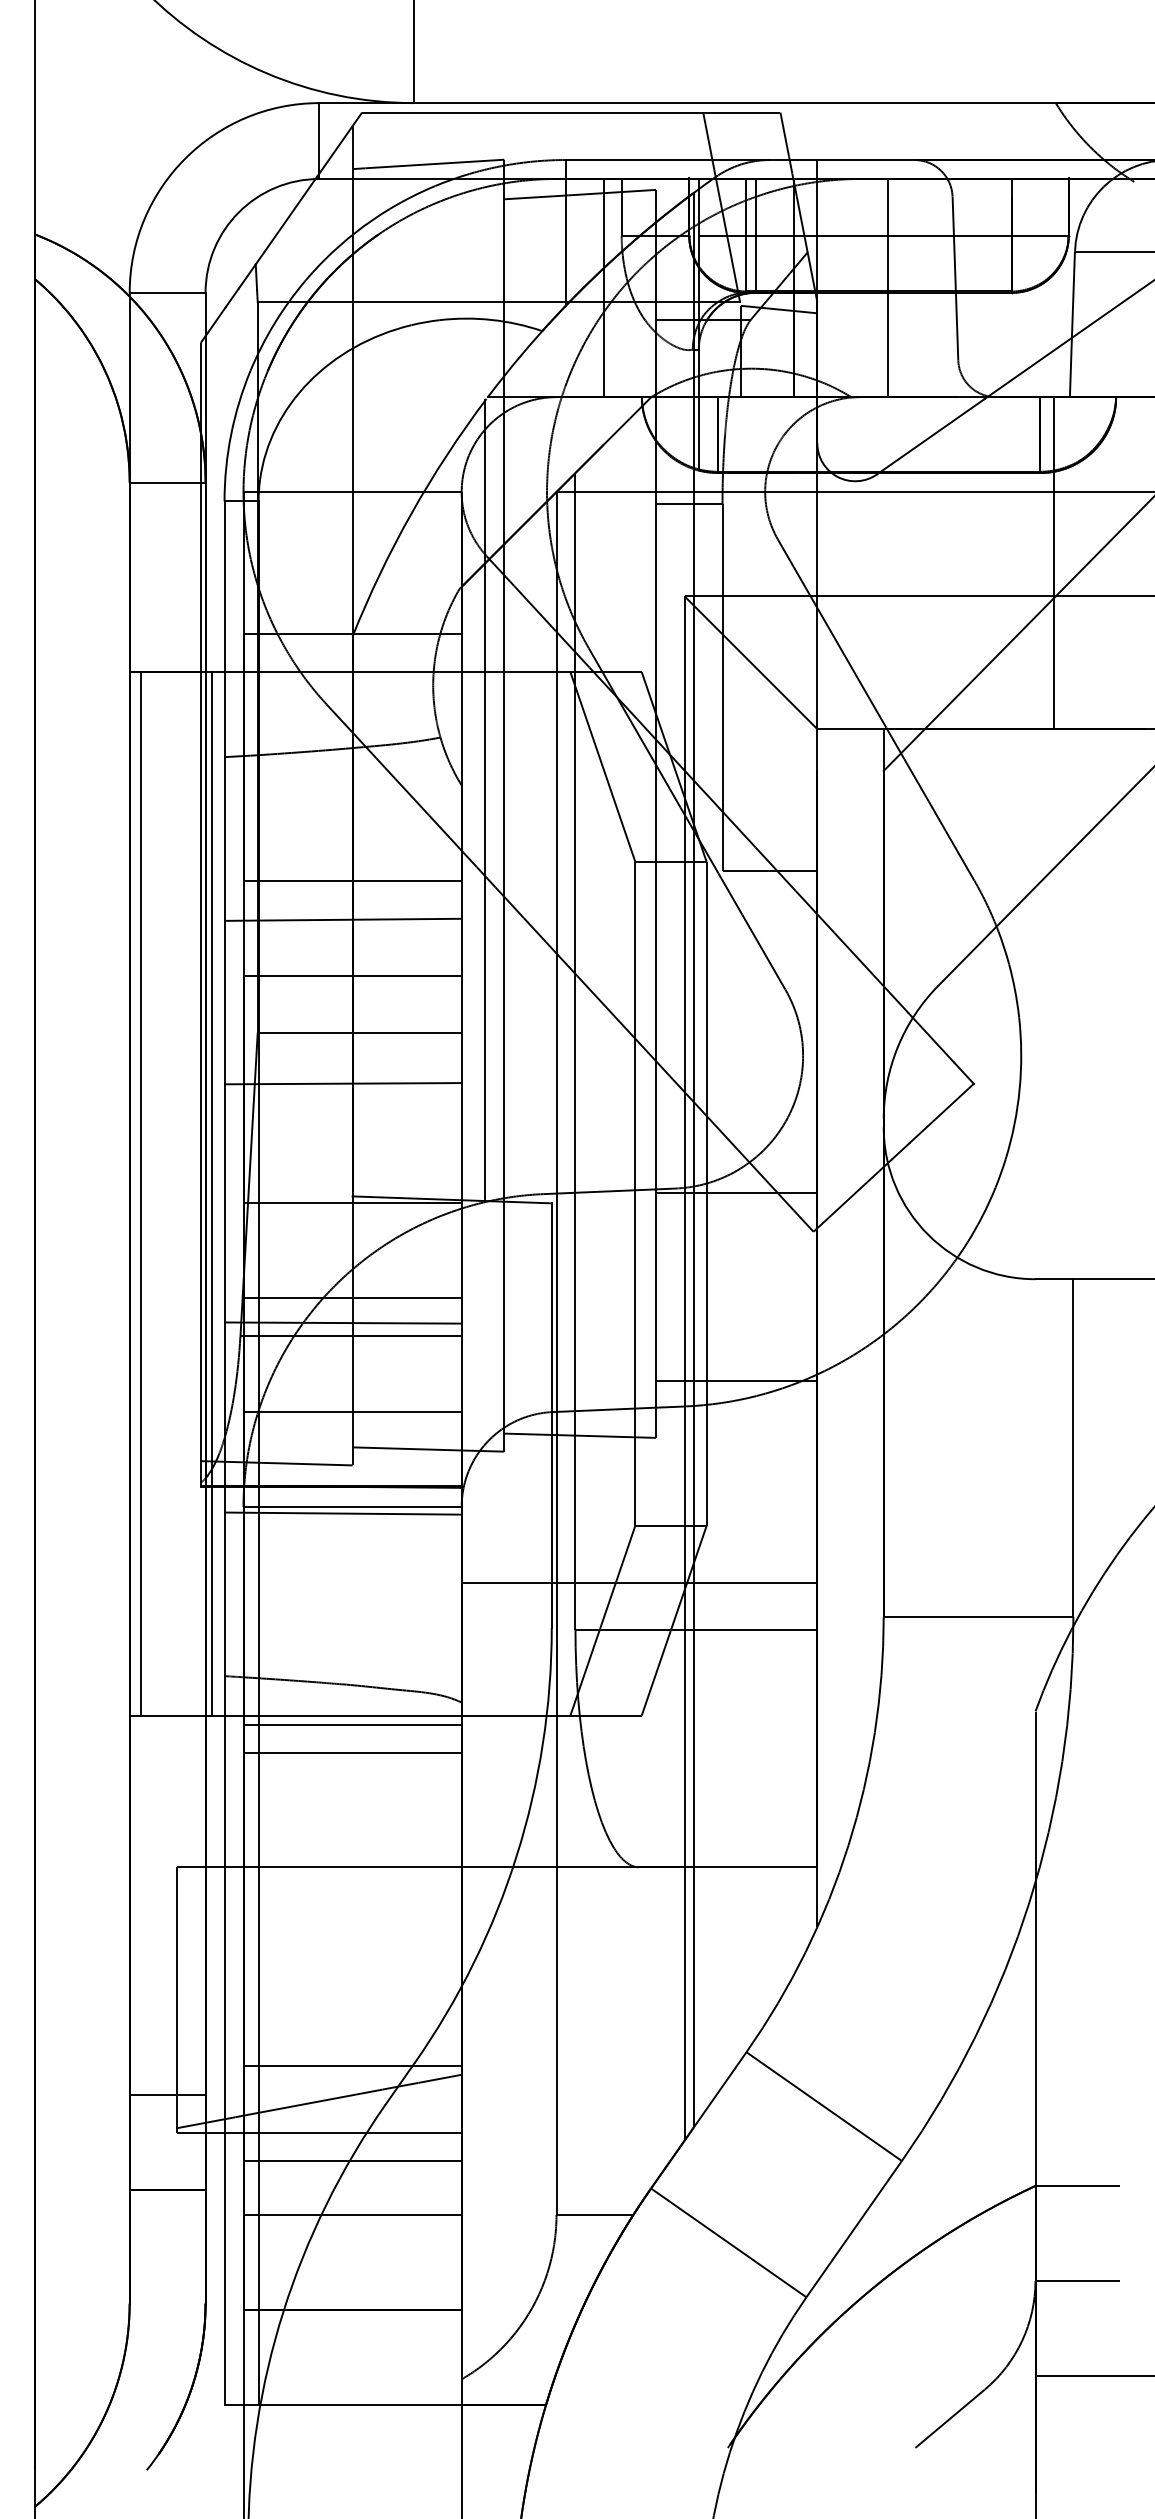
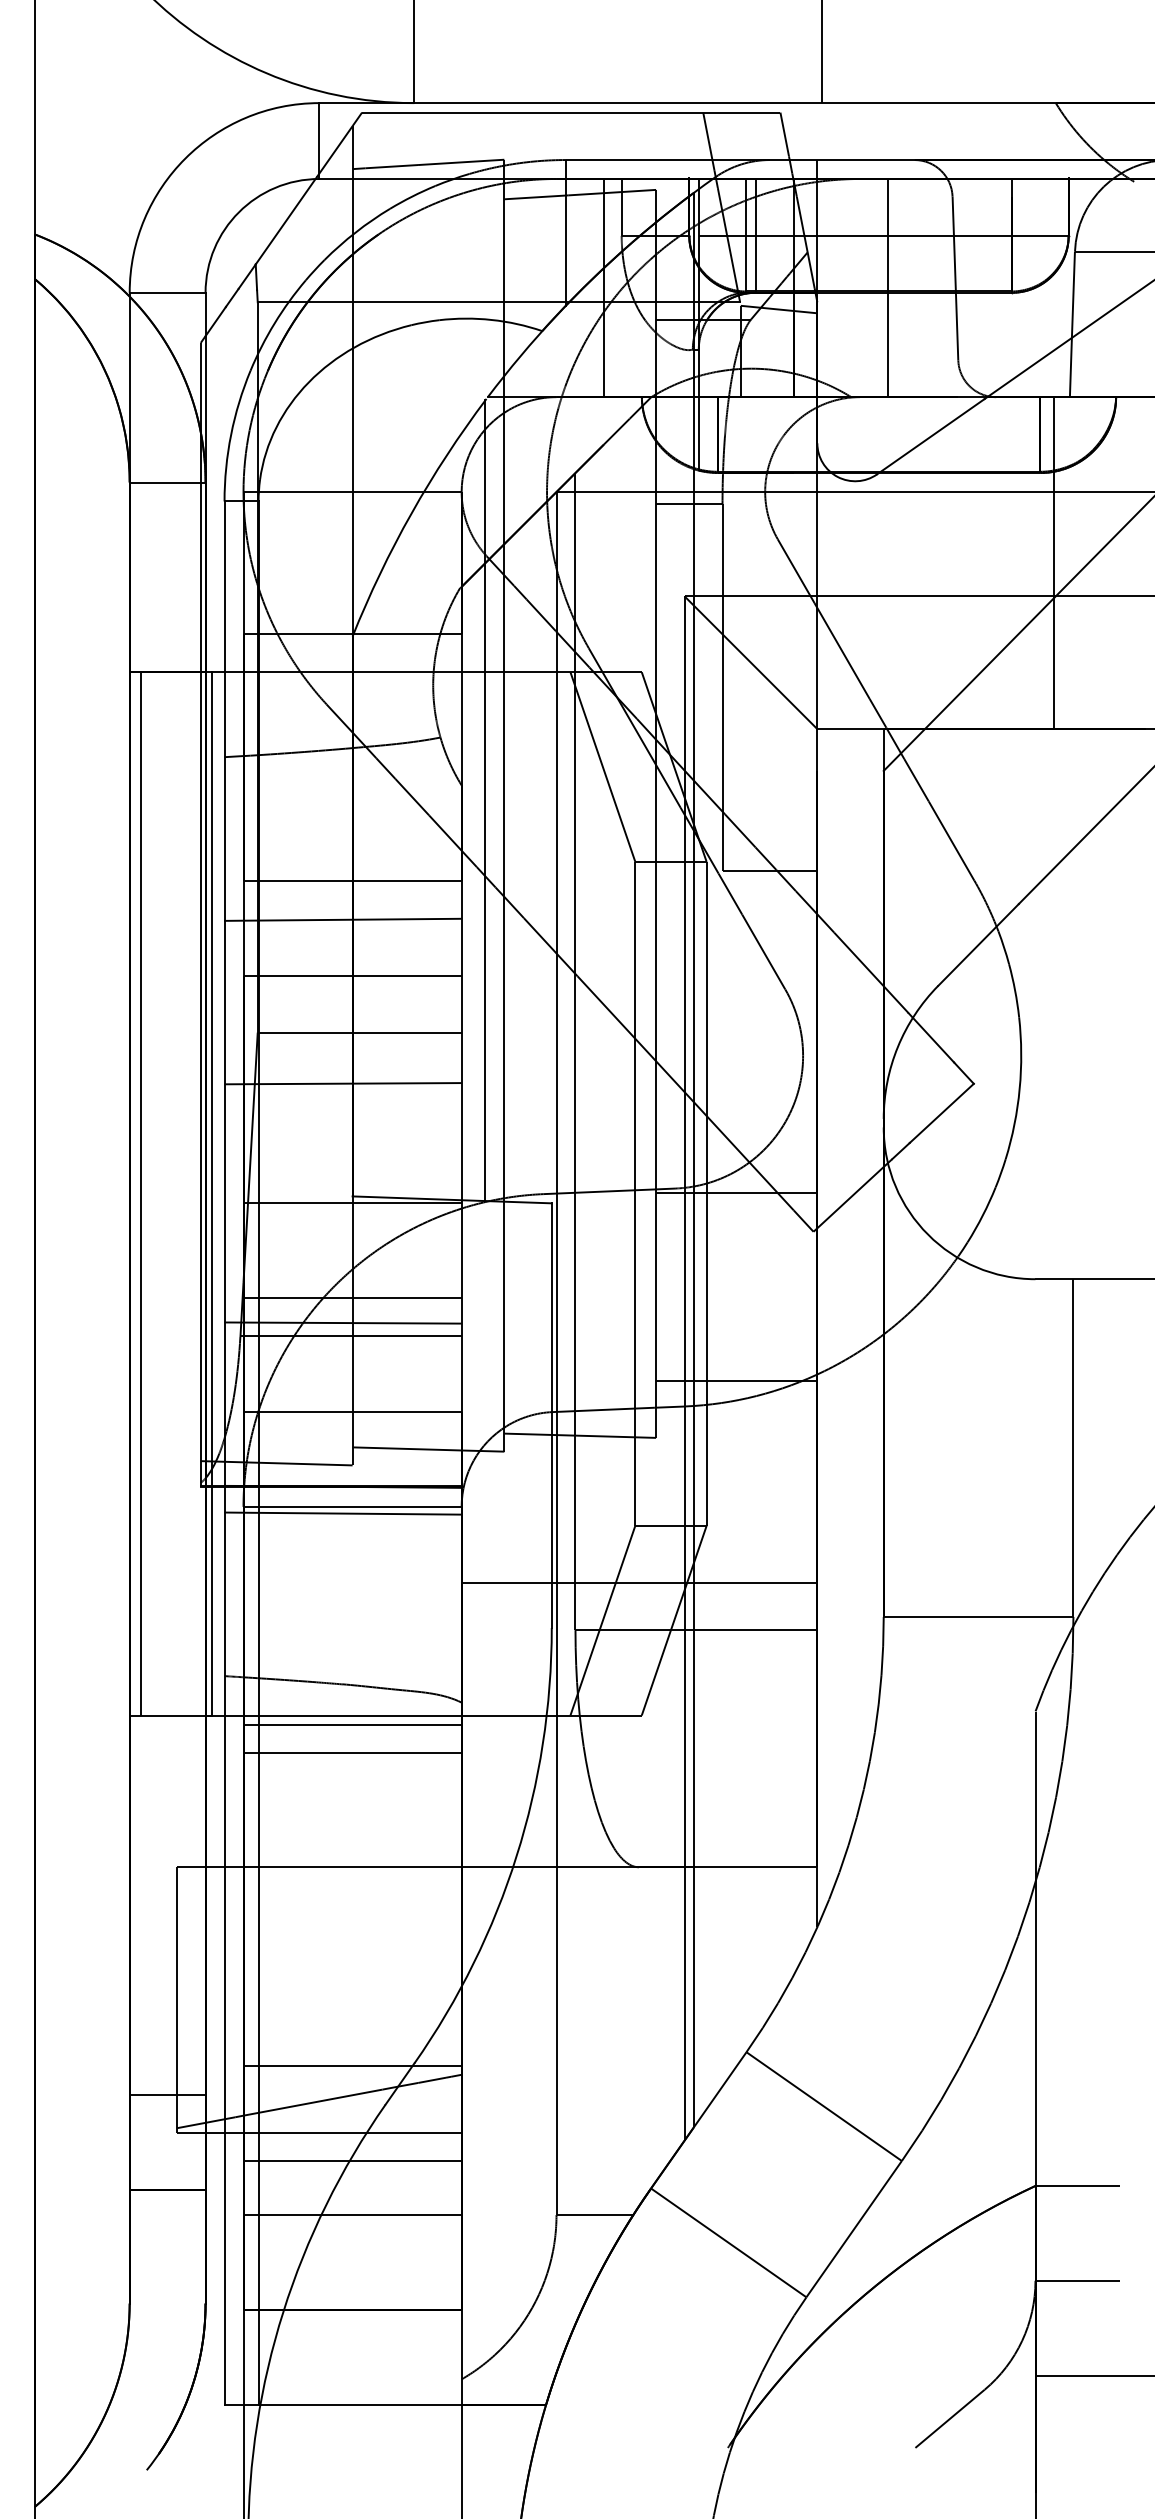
line at (822, 52): none -> present
